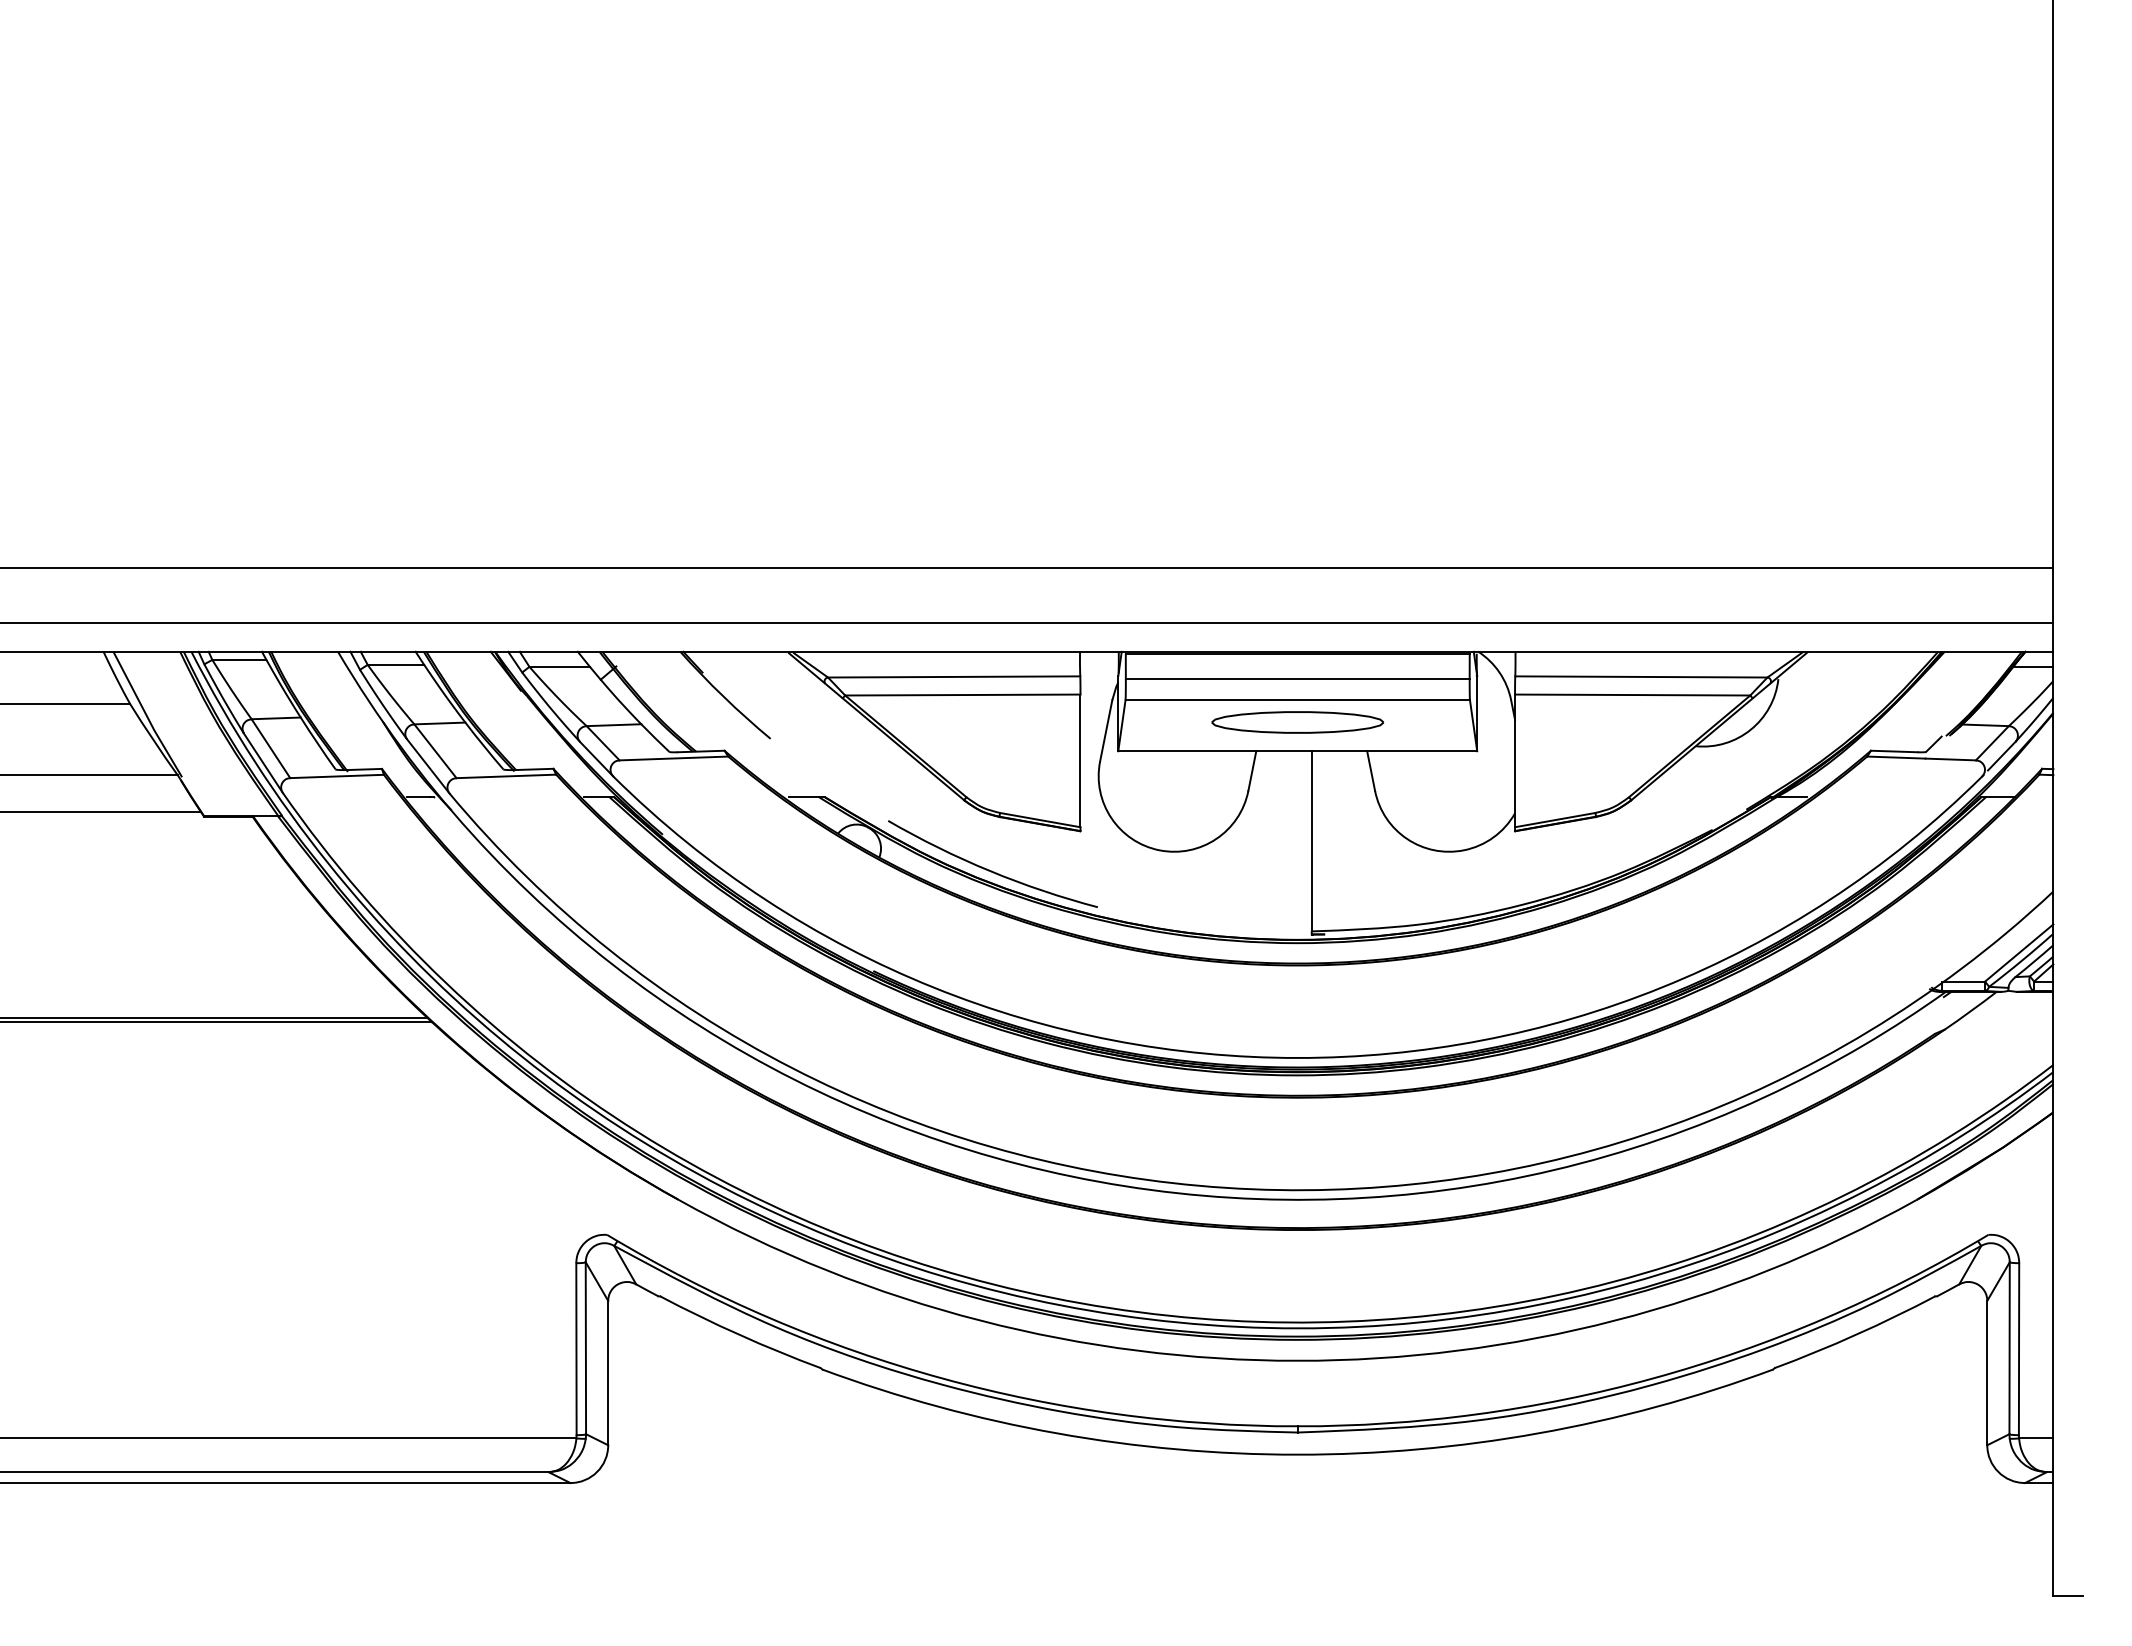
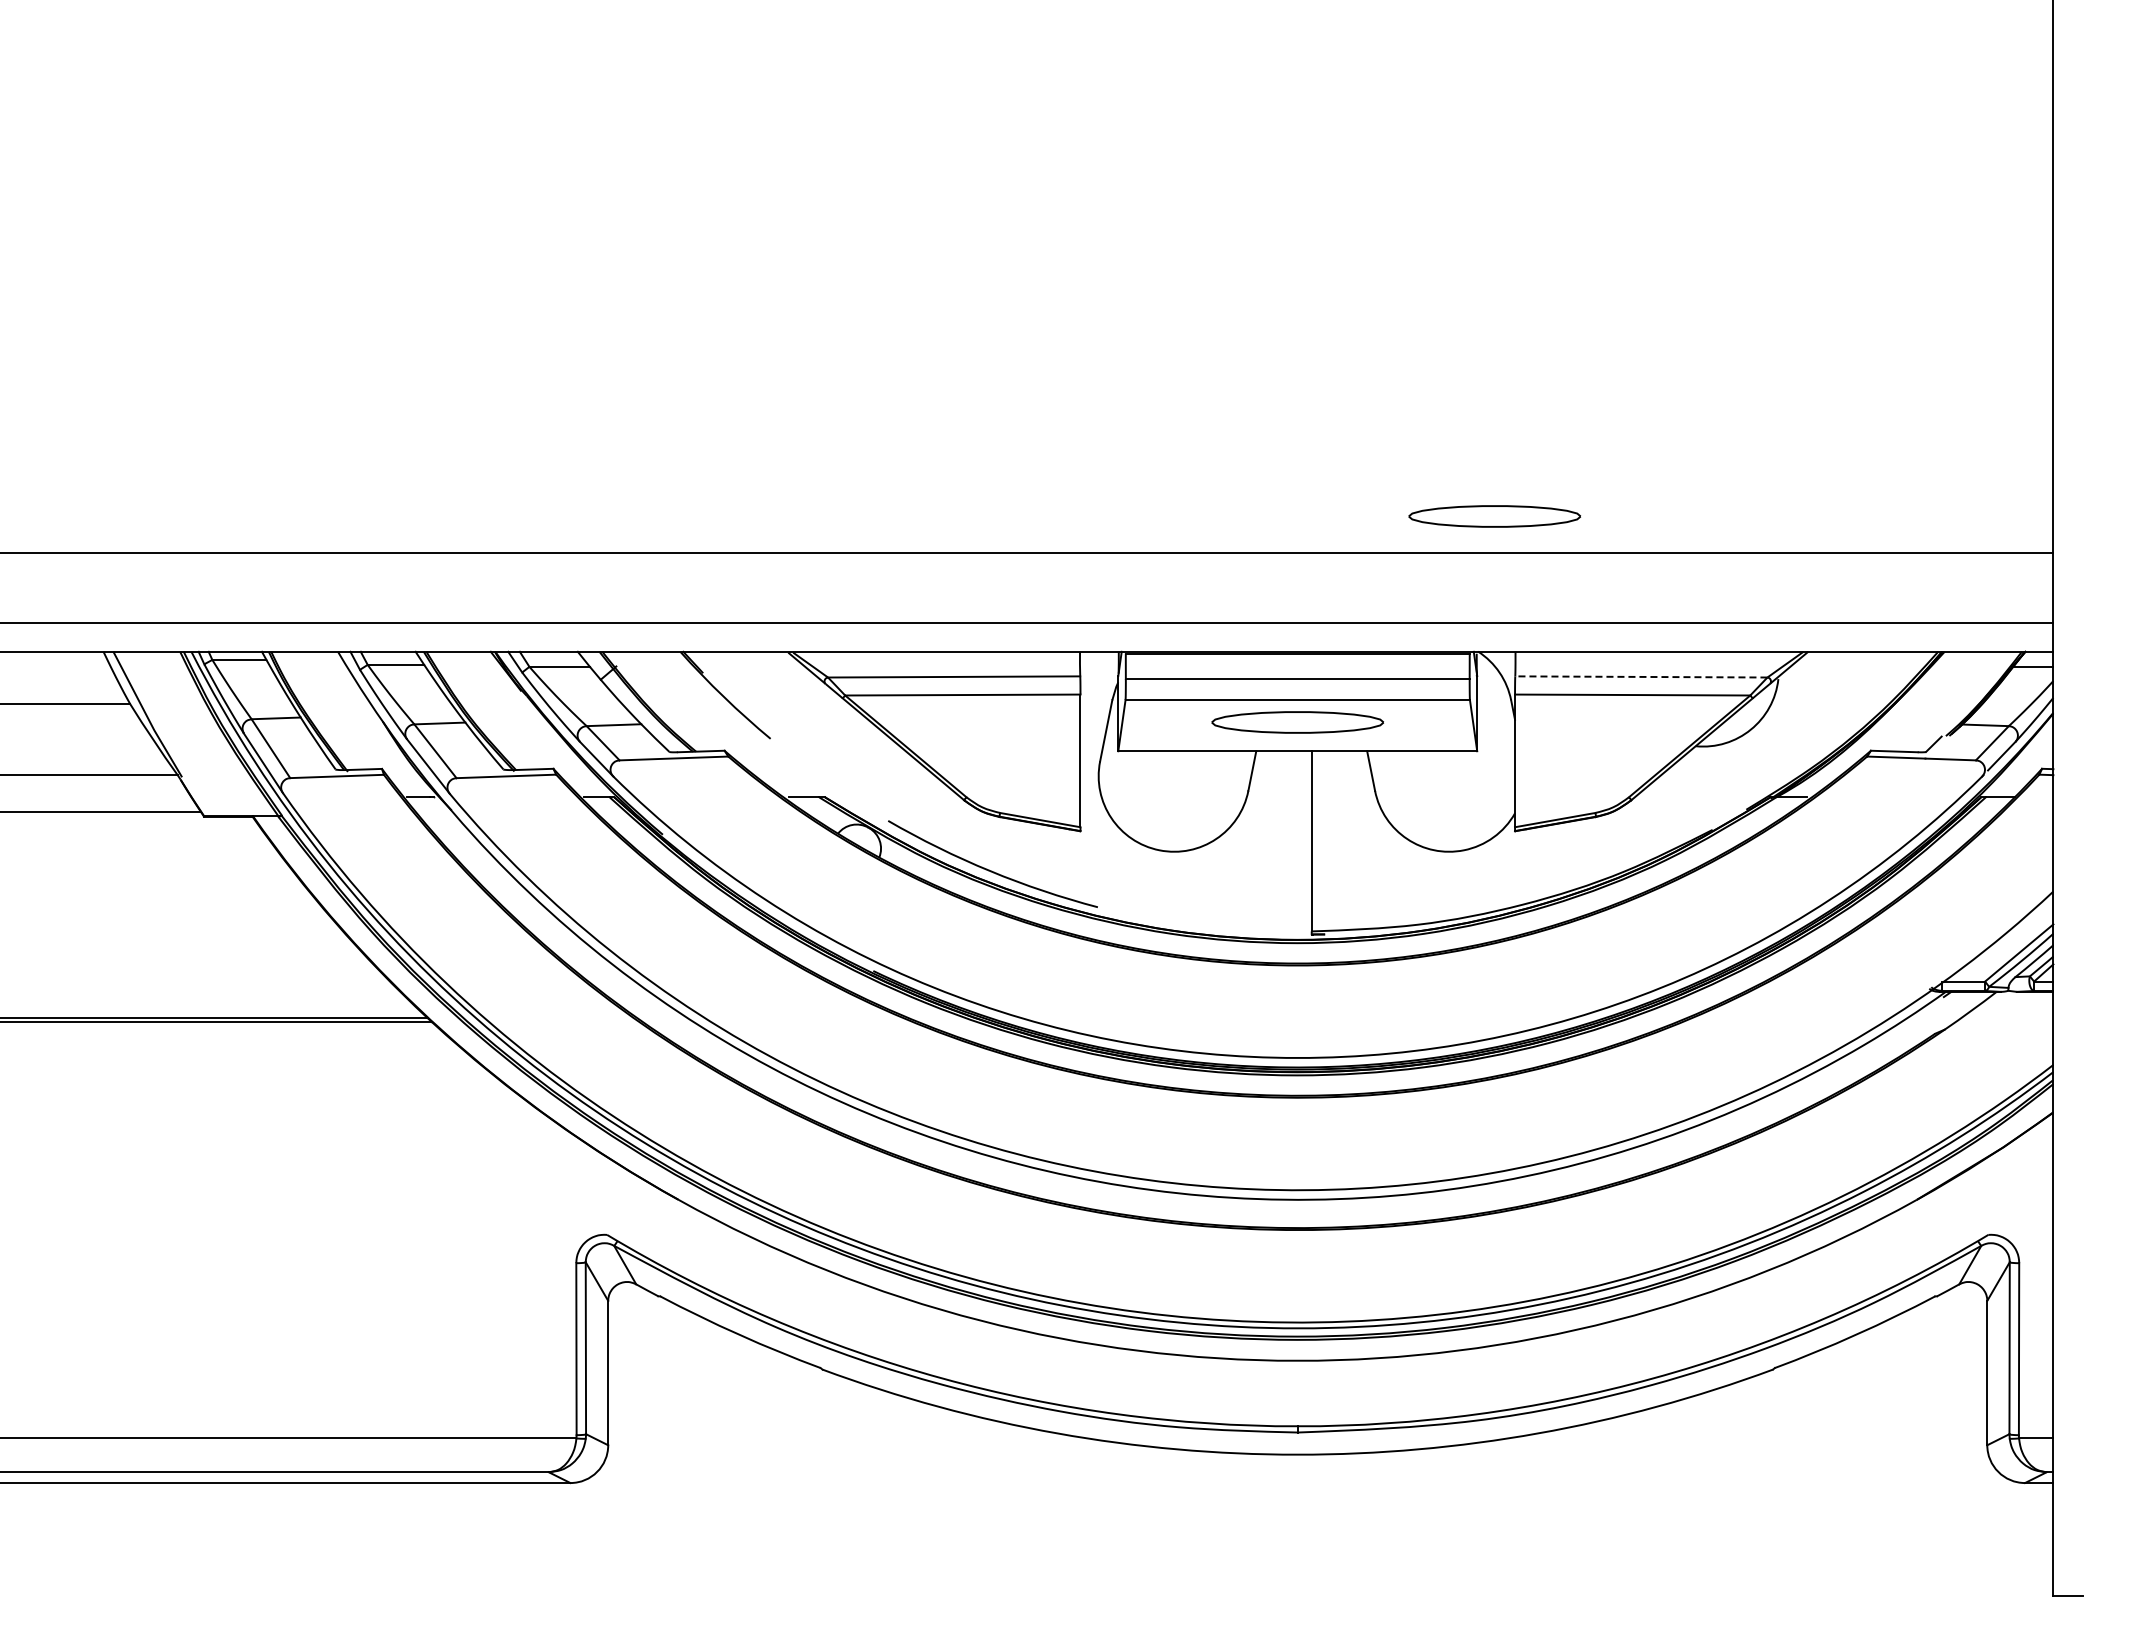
part at (1494, 516): none -> present
line at (1027, 567) position: (1027, 567) -> (1027, 552)
line at (1640, 676): solid -> dashed
